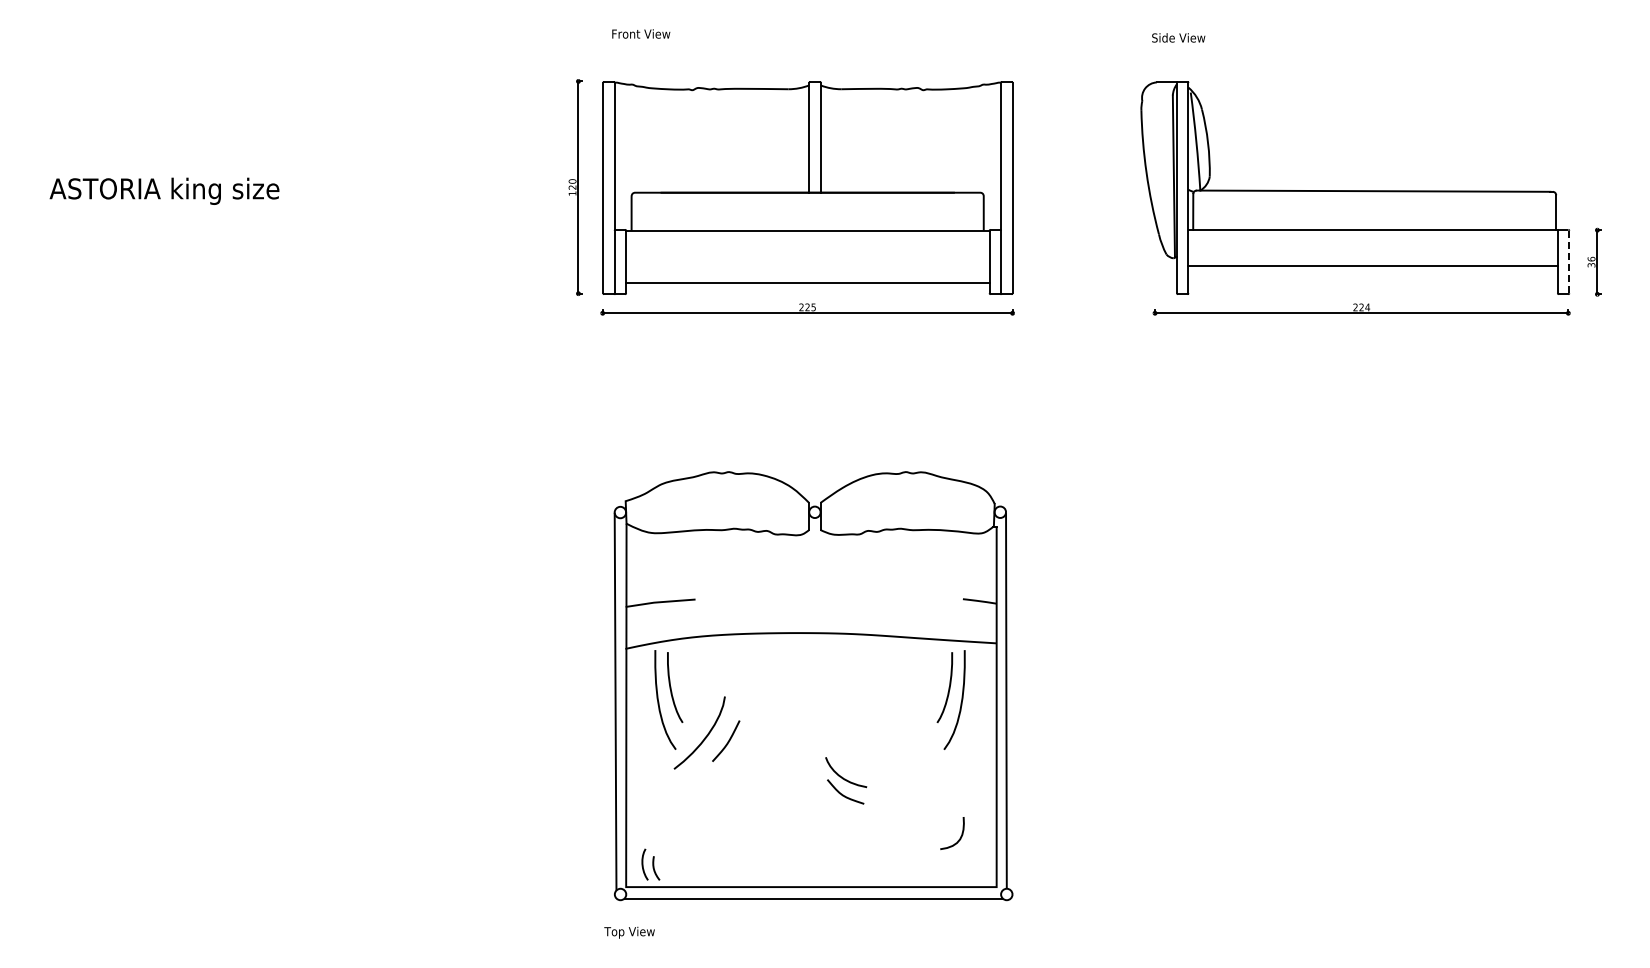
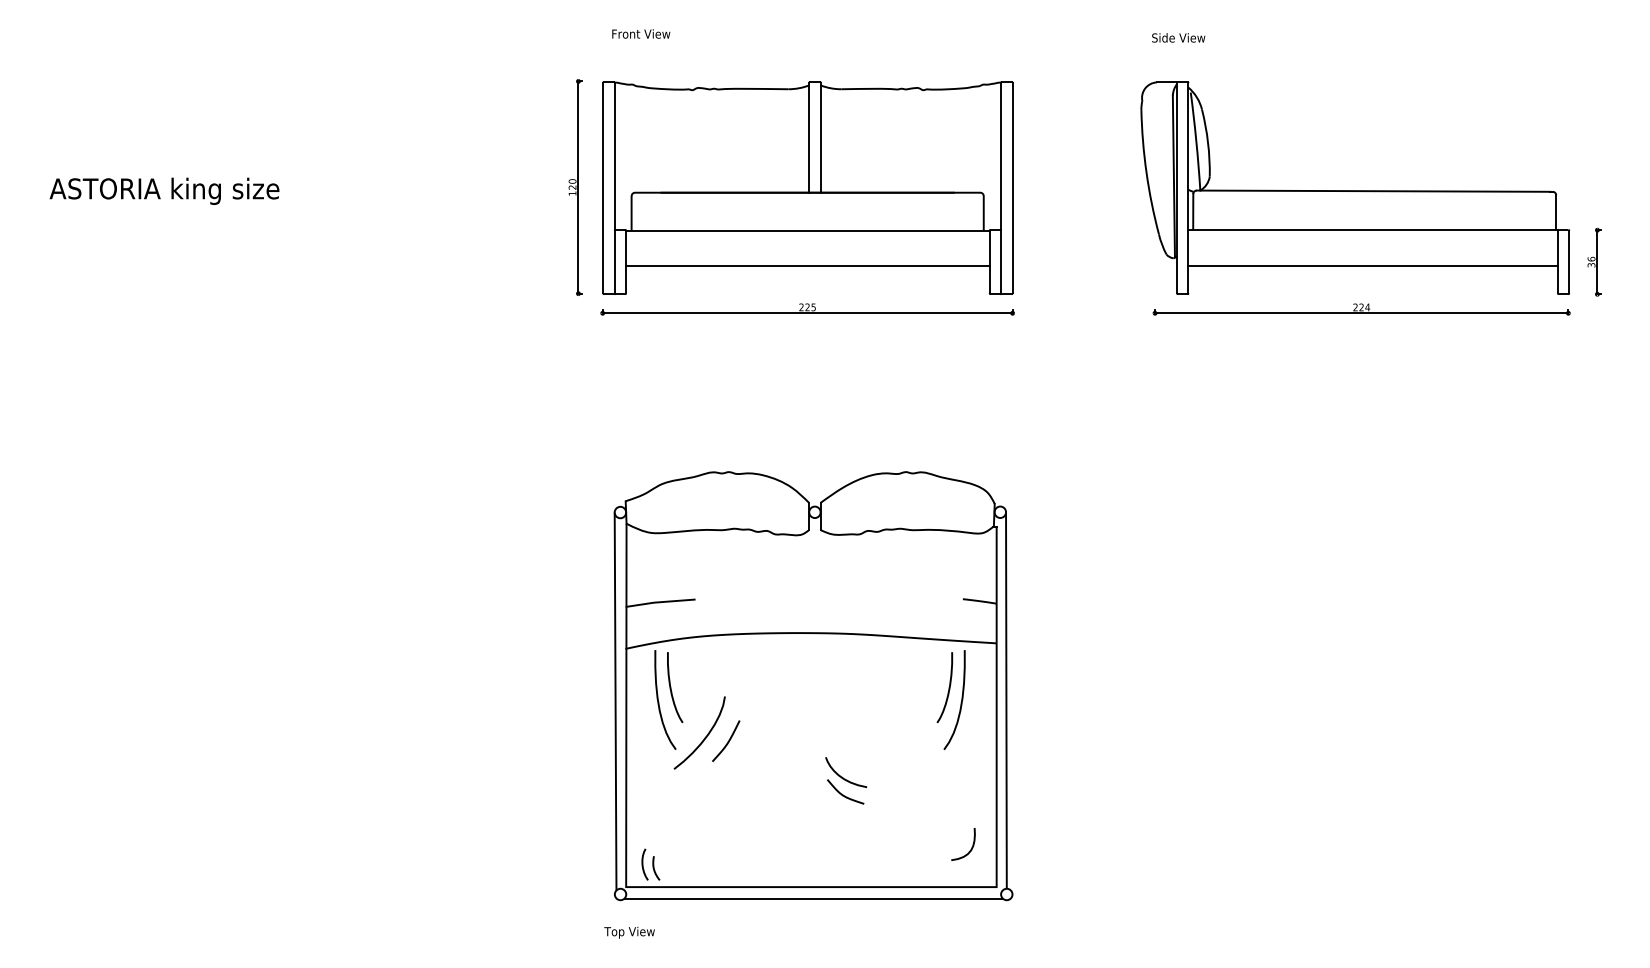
line at (1569, 261): dashed -> solid
line at (807, 282) position: (807, 282) -> (807, 265)
curve at (958, 839) position: (958, 839) -> (969, 850)
